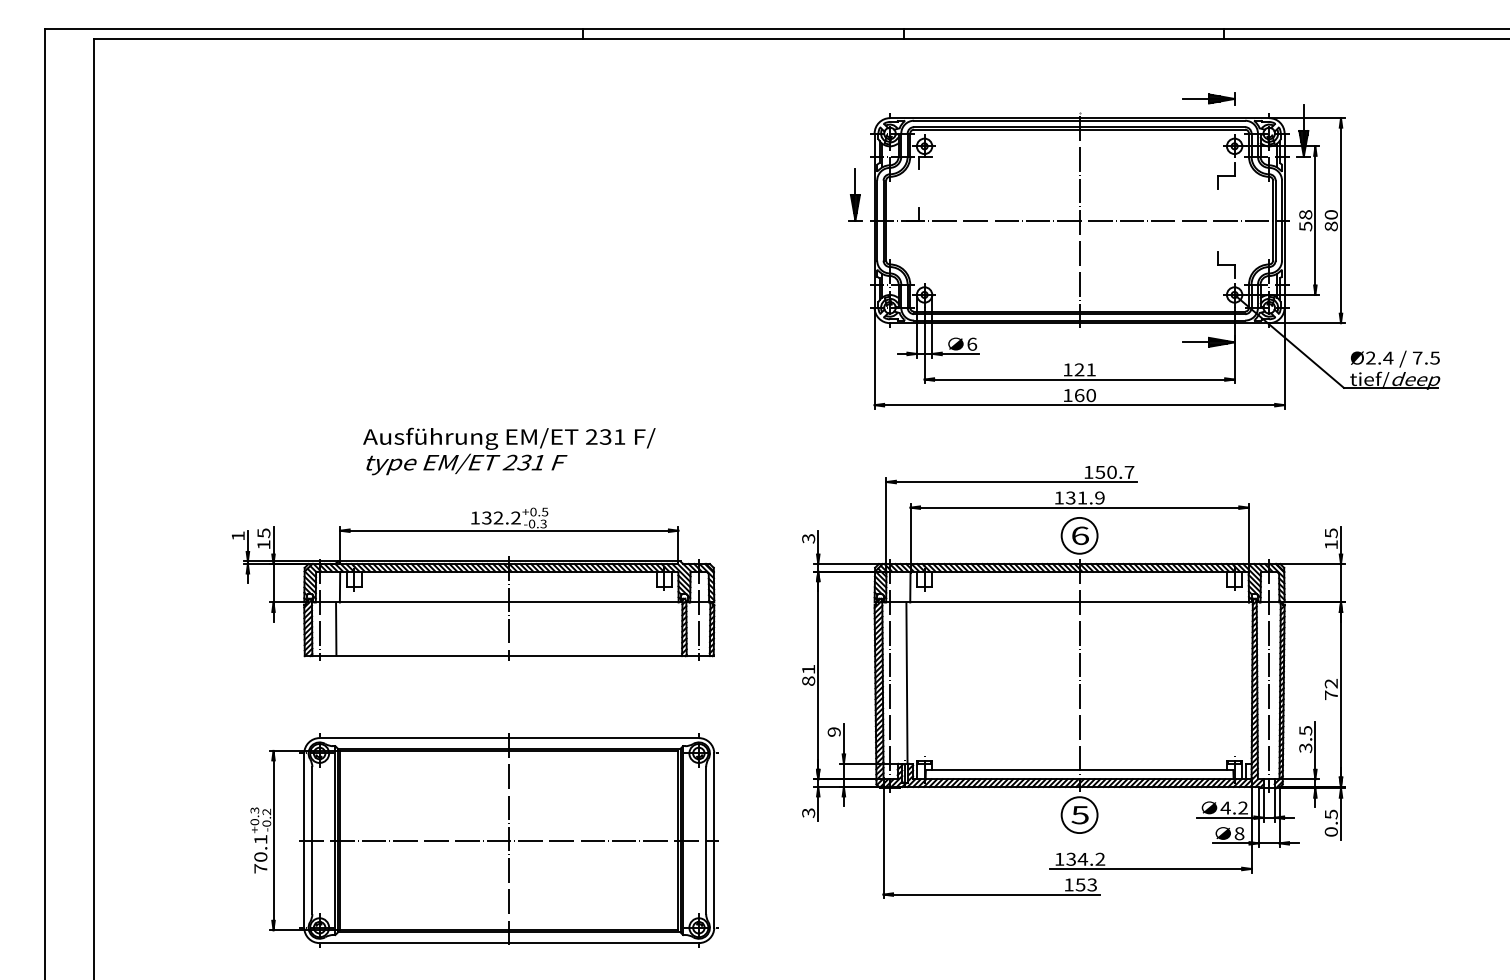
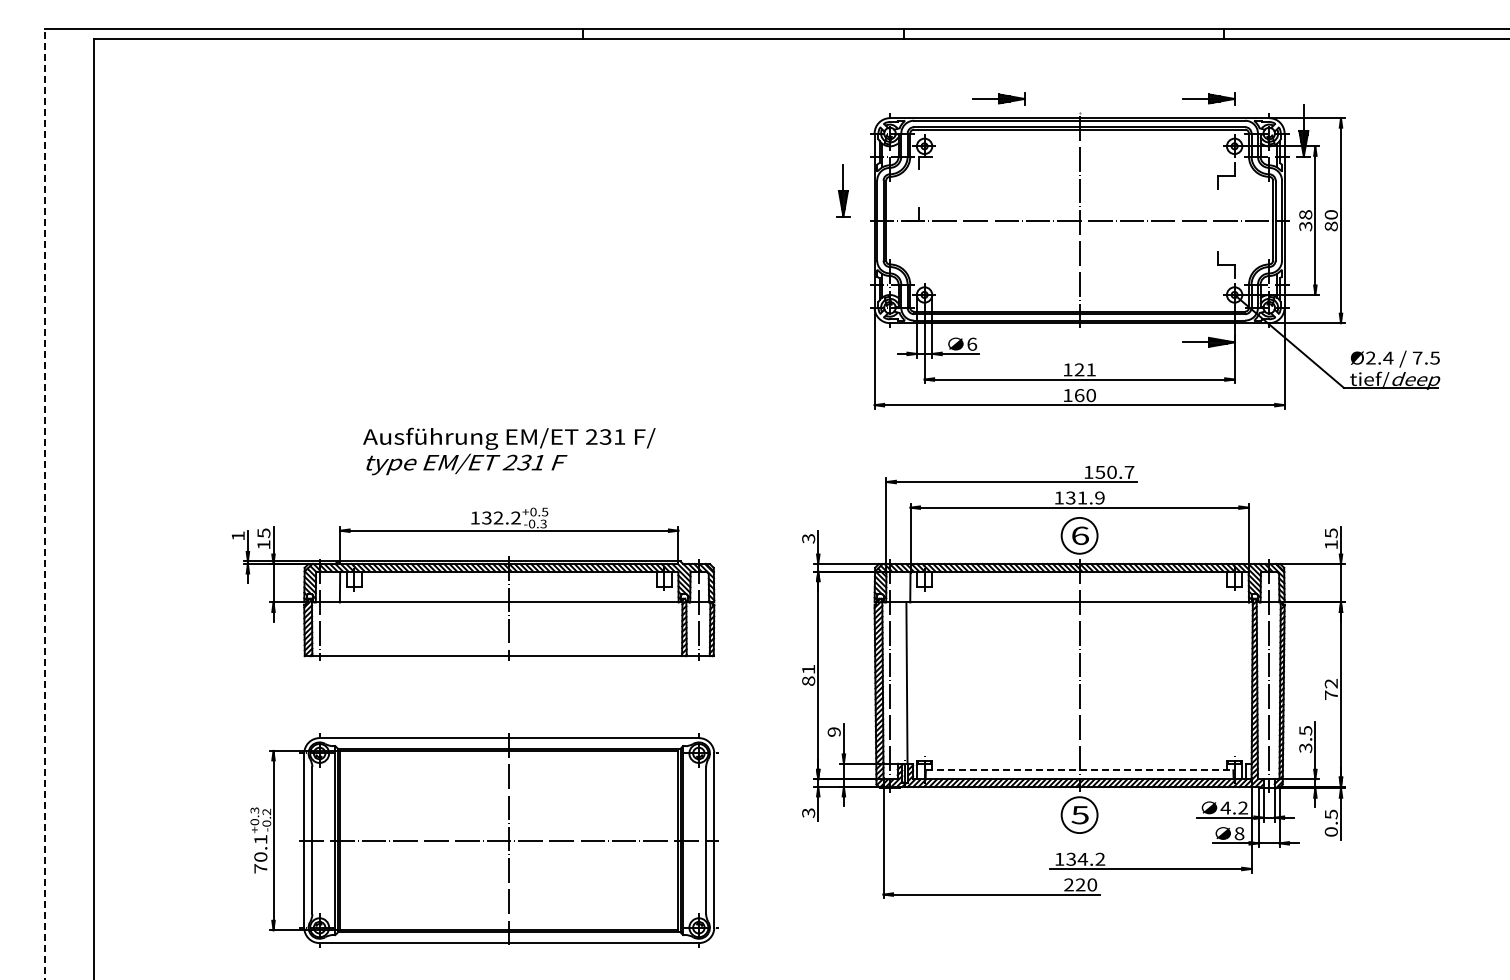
part at (998, 98): none -> present
part at (855, 194) position: (855, 194) -> (843, 190)
text at (1305, 225): 58 -> 38
line at (45, 504): solid -> dashed
line at (336, 628): present -> none
line at (1079, 770): solid -> dashed
text at (1080, 884): 153 -> 220
